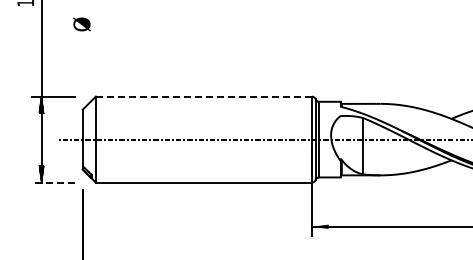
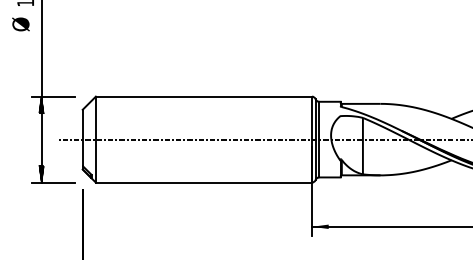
text at (81, 24) position: (81, 24) -> (20, 24)
line at (203, 96): dashed -> solid
line at (53, 182): dashed -> solid
